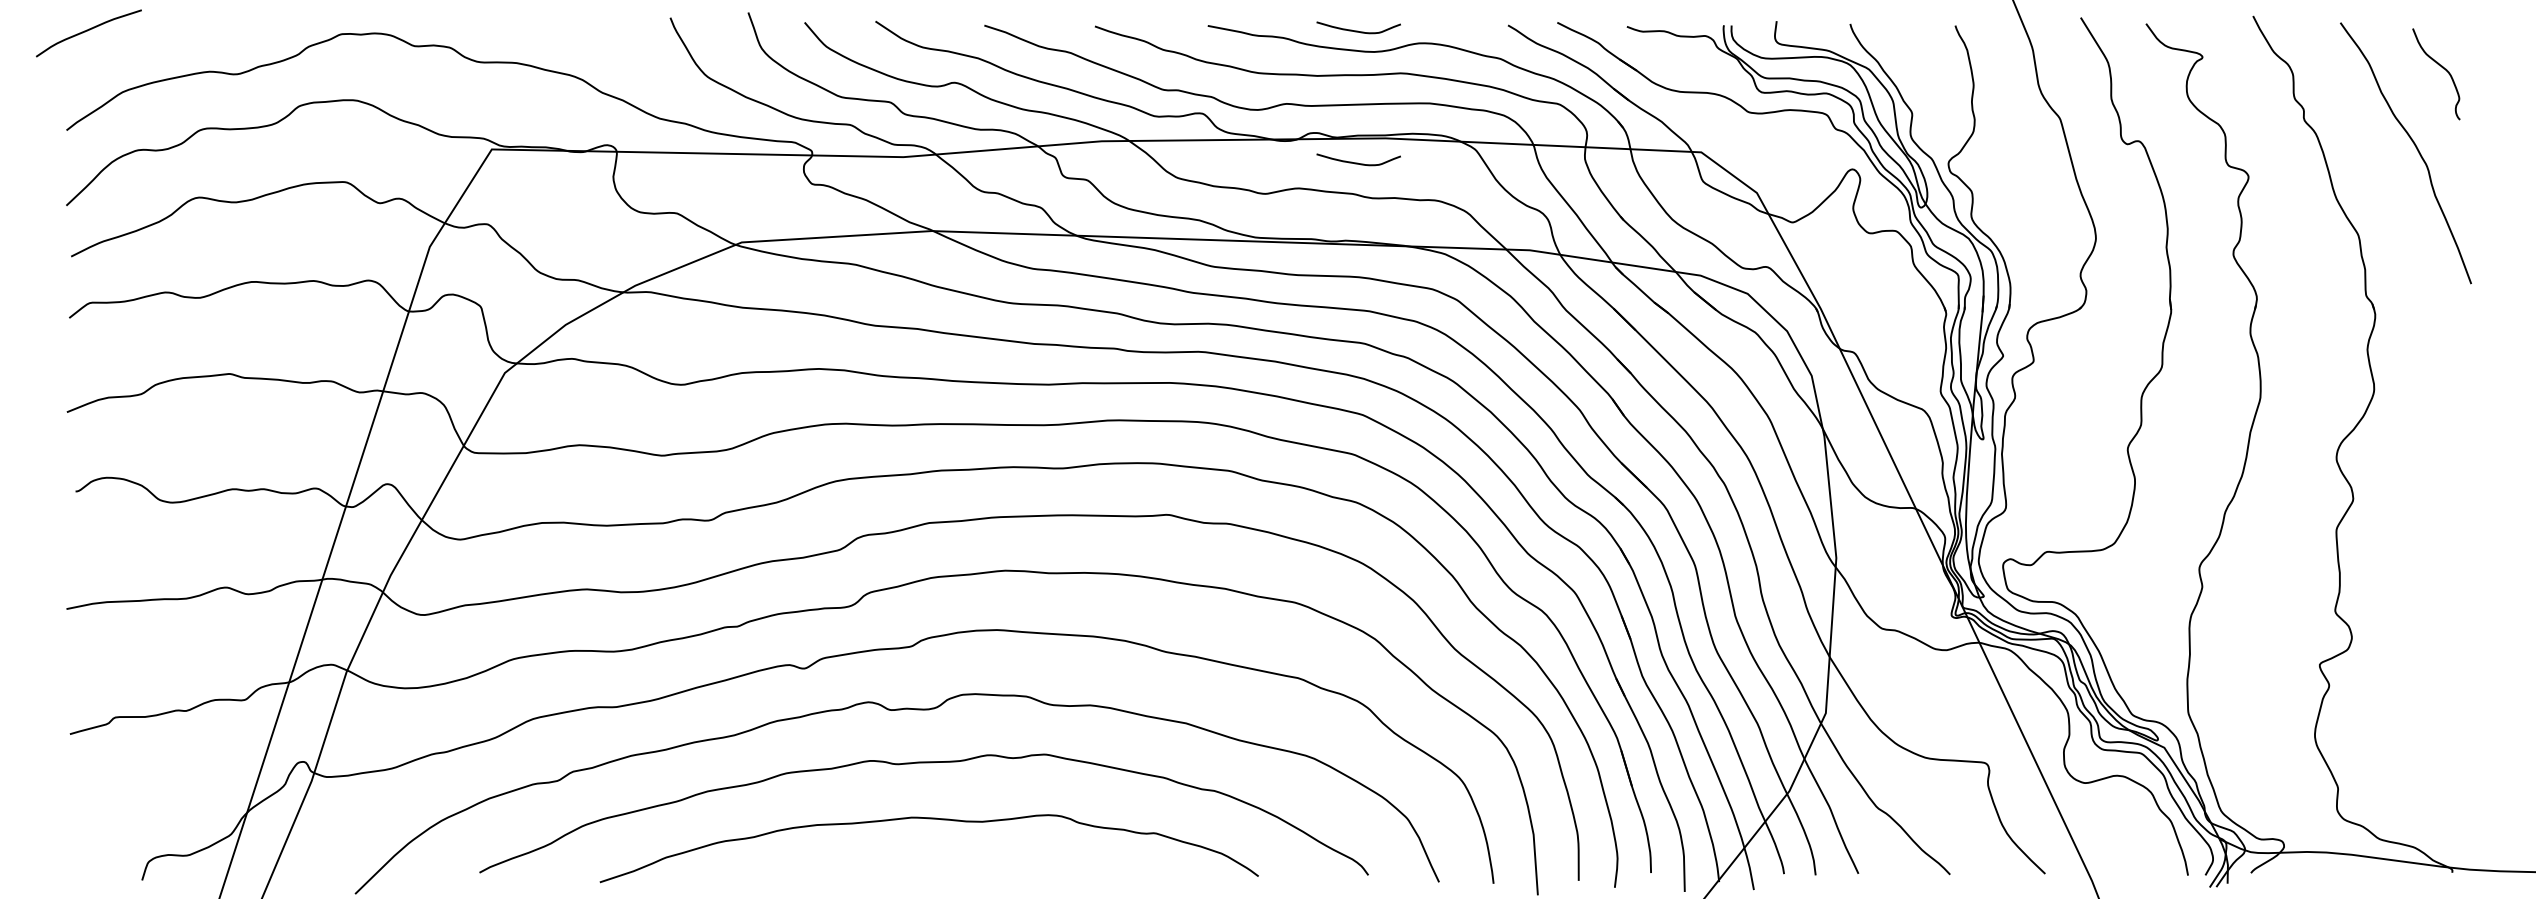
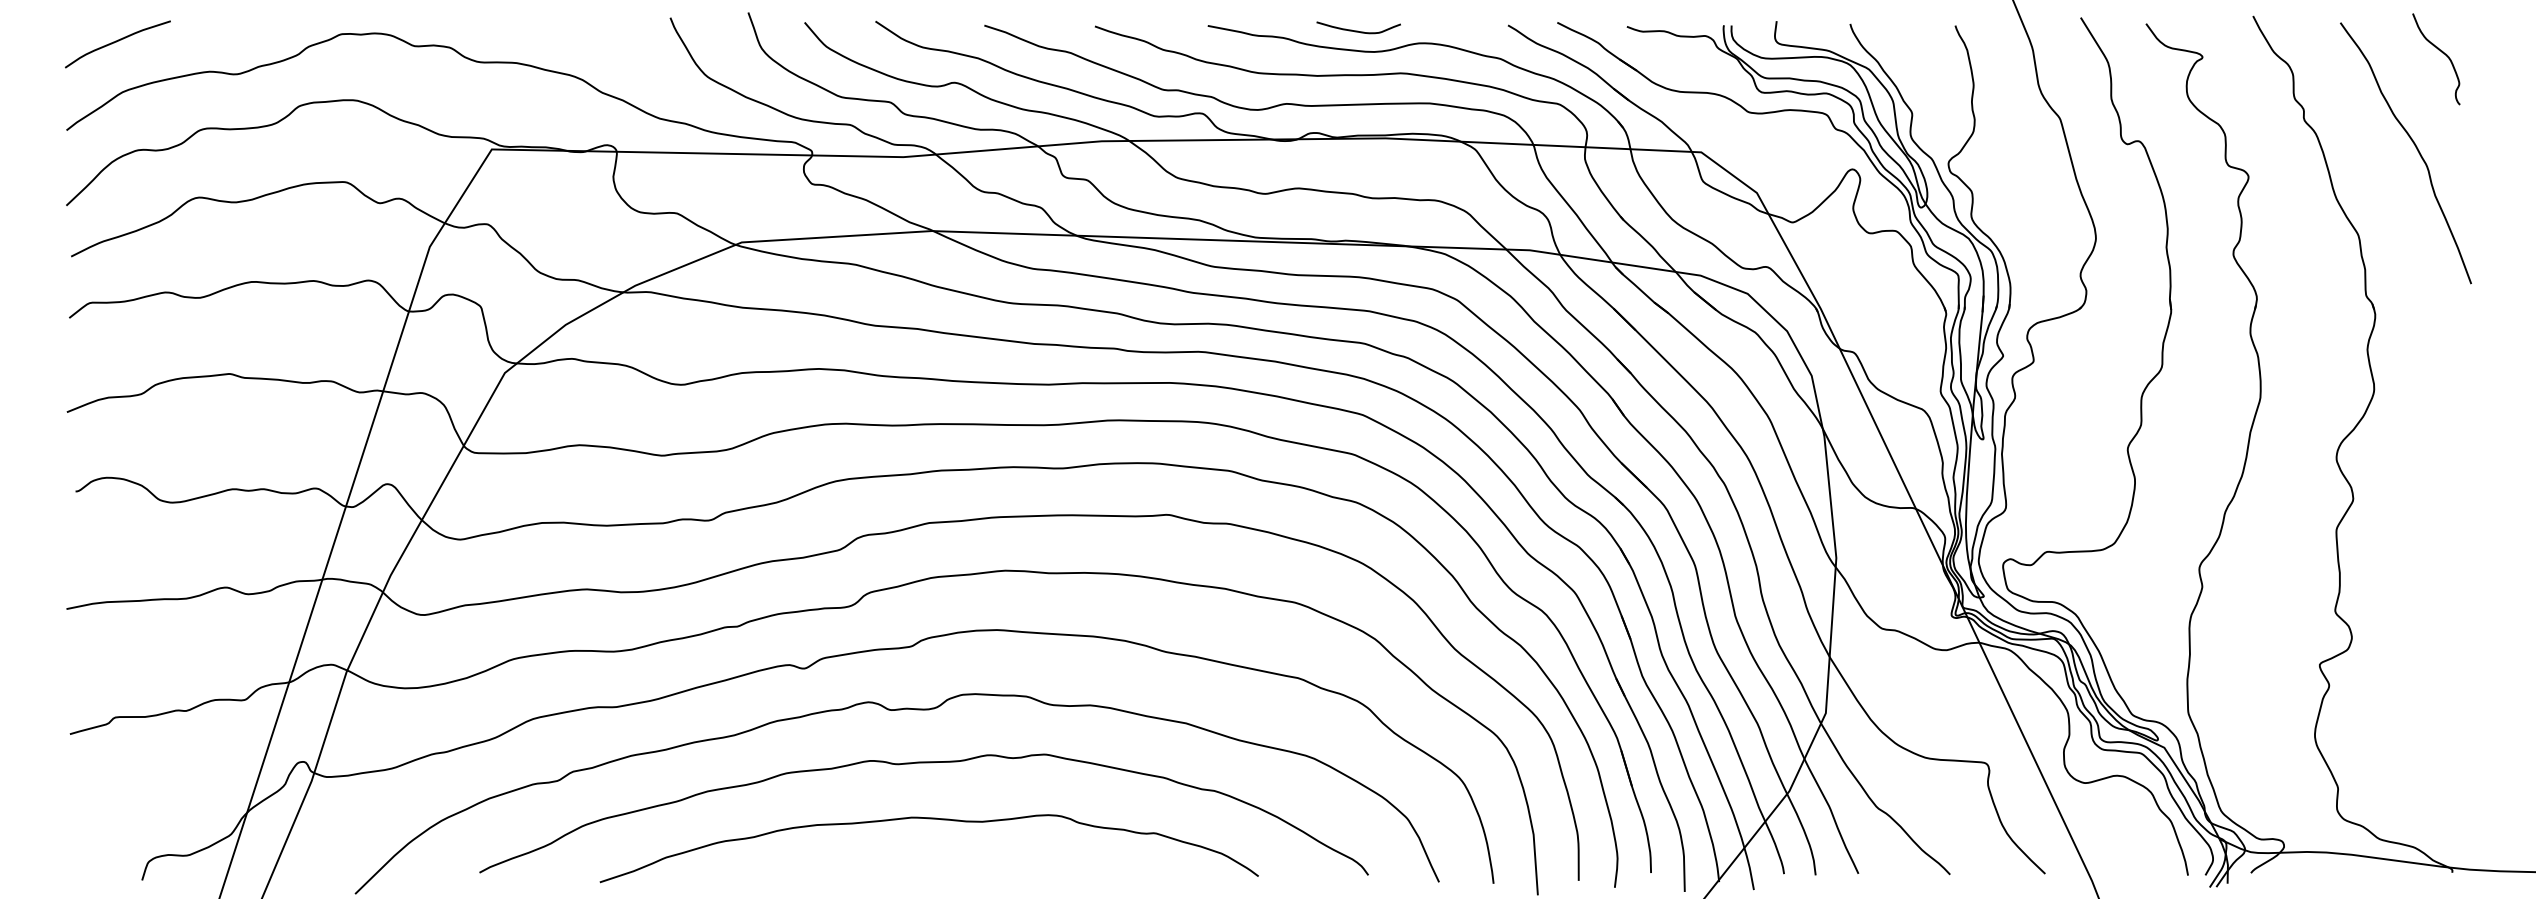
curve at (87, 31) position: (87, 31) -> (116, 42)
curve at (2442, 68) position: (2442, 68) -> (2442, 53)
curve at (1358, 162): present -> none
